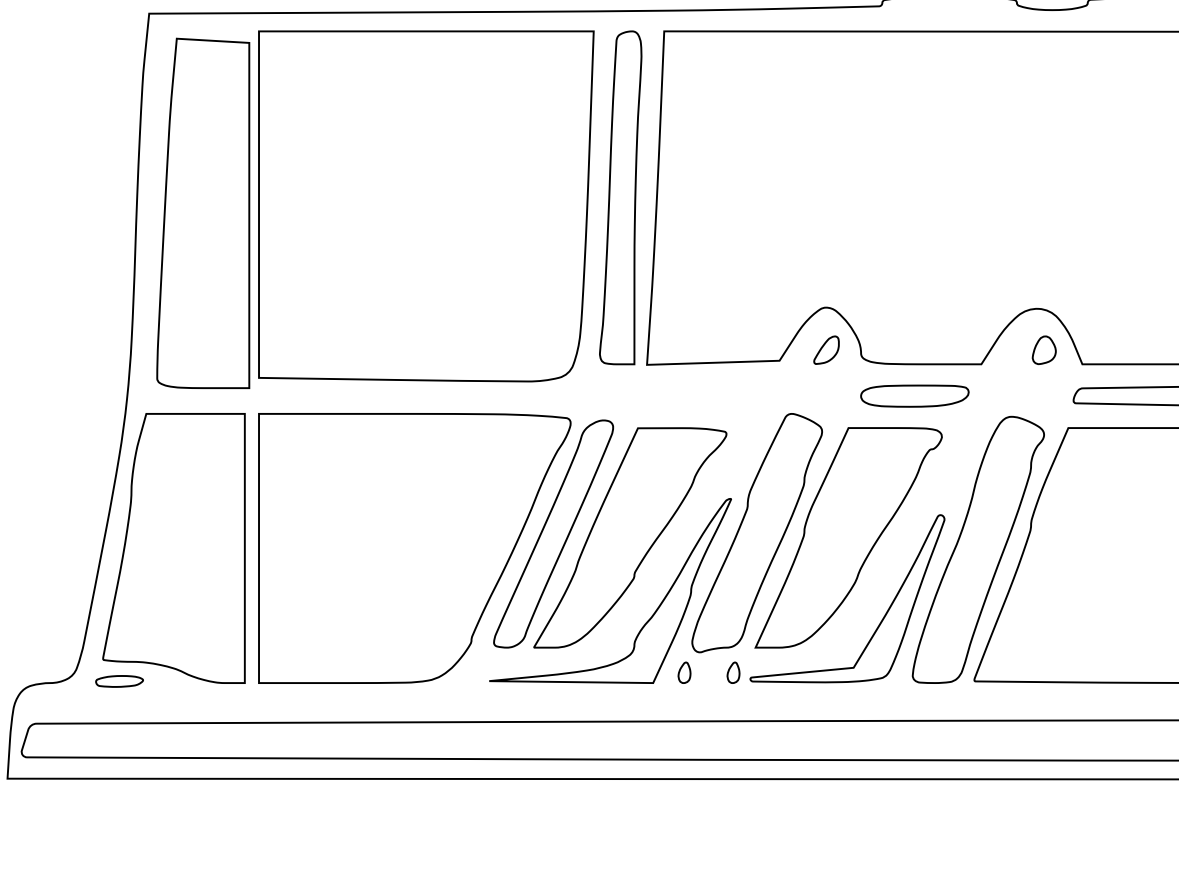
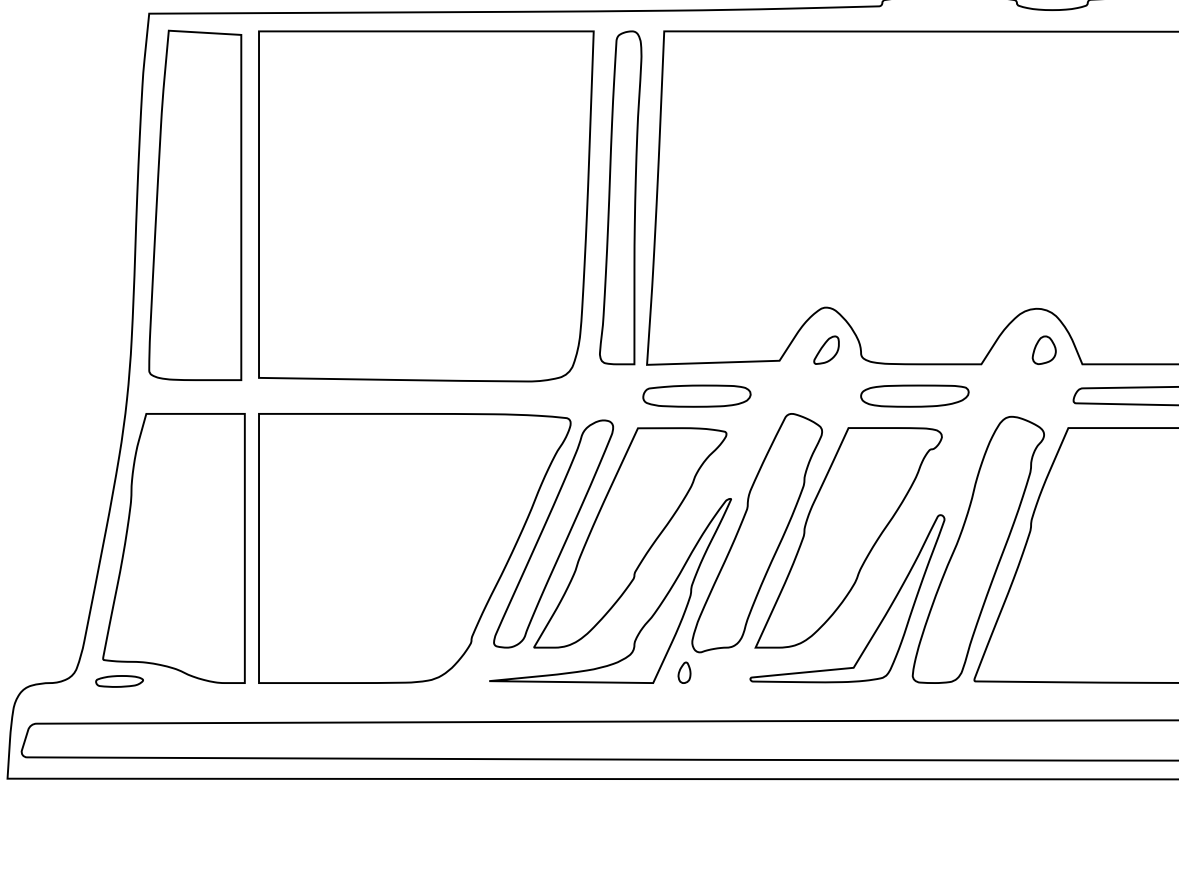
part at (203, 212) position: (203, 212) -> (195, 204)
part at (696, 395): none -> present
part at (733, 672): present -> none
